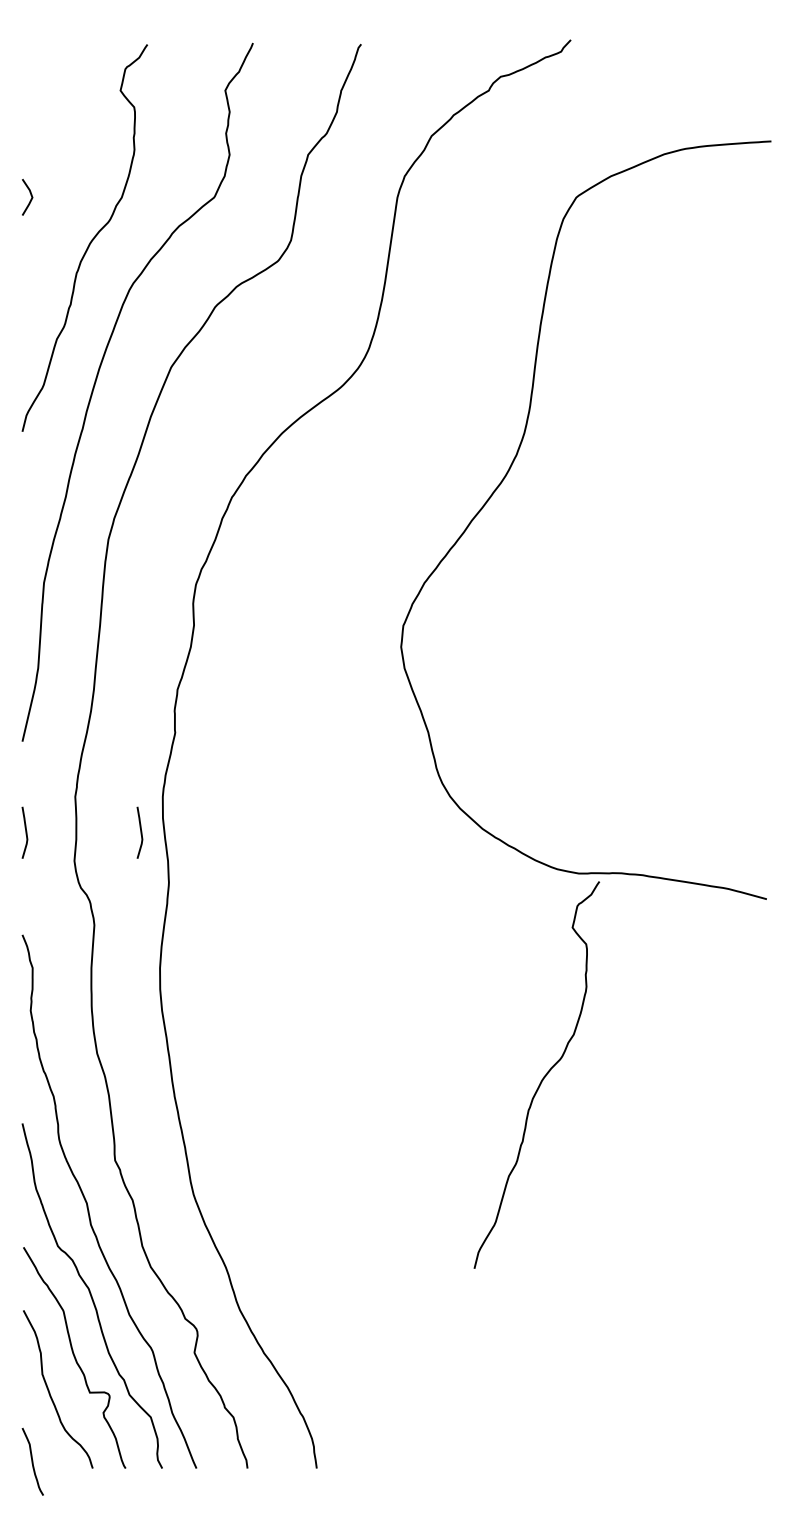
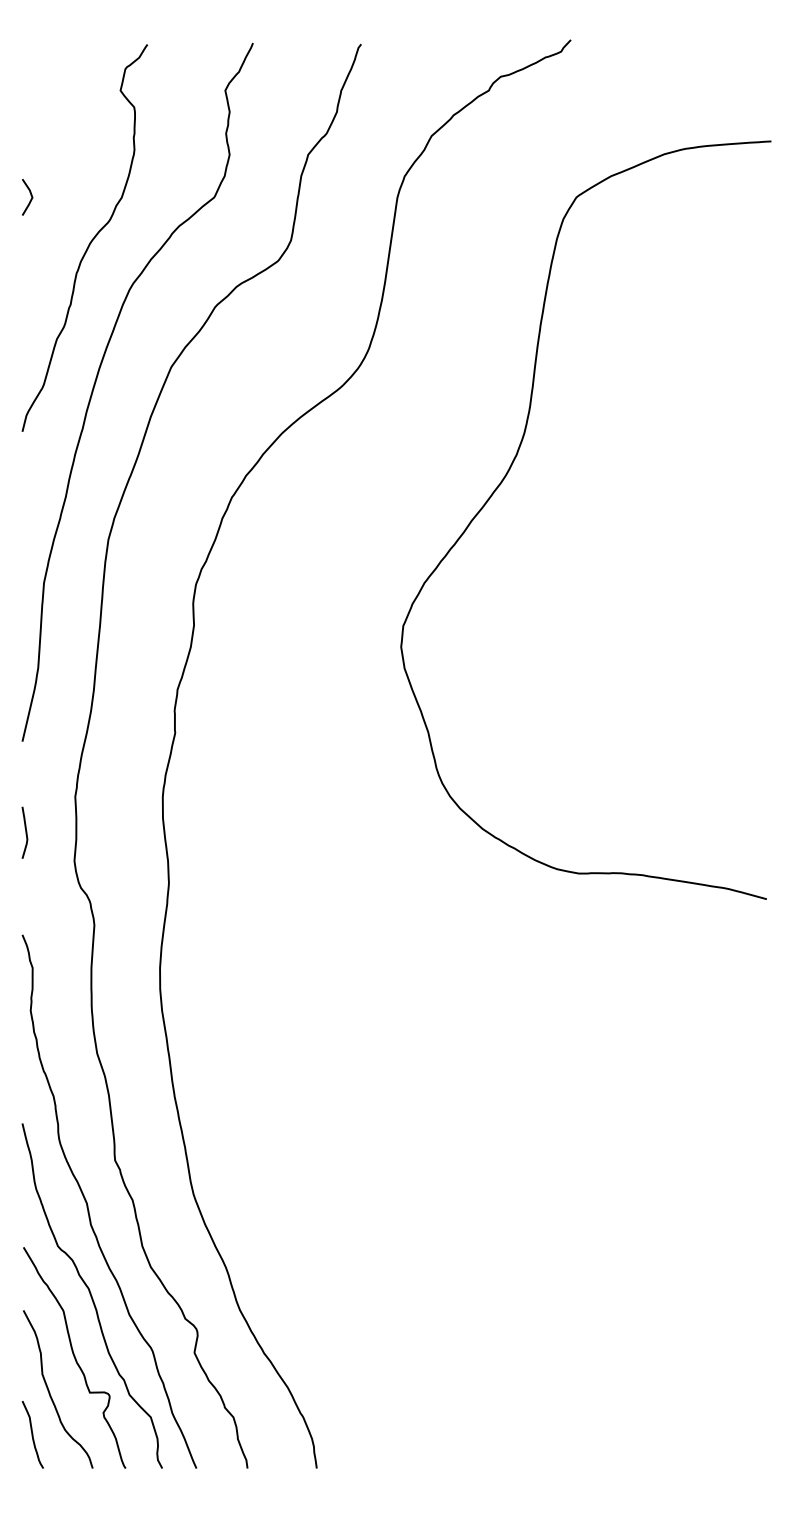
curve at (140, 832): present -> none
curve at (541, 1079): present -> none
curve at (32, 1461) position: (32, 1461) -> (32, 1434)
